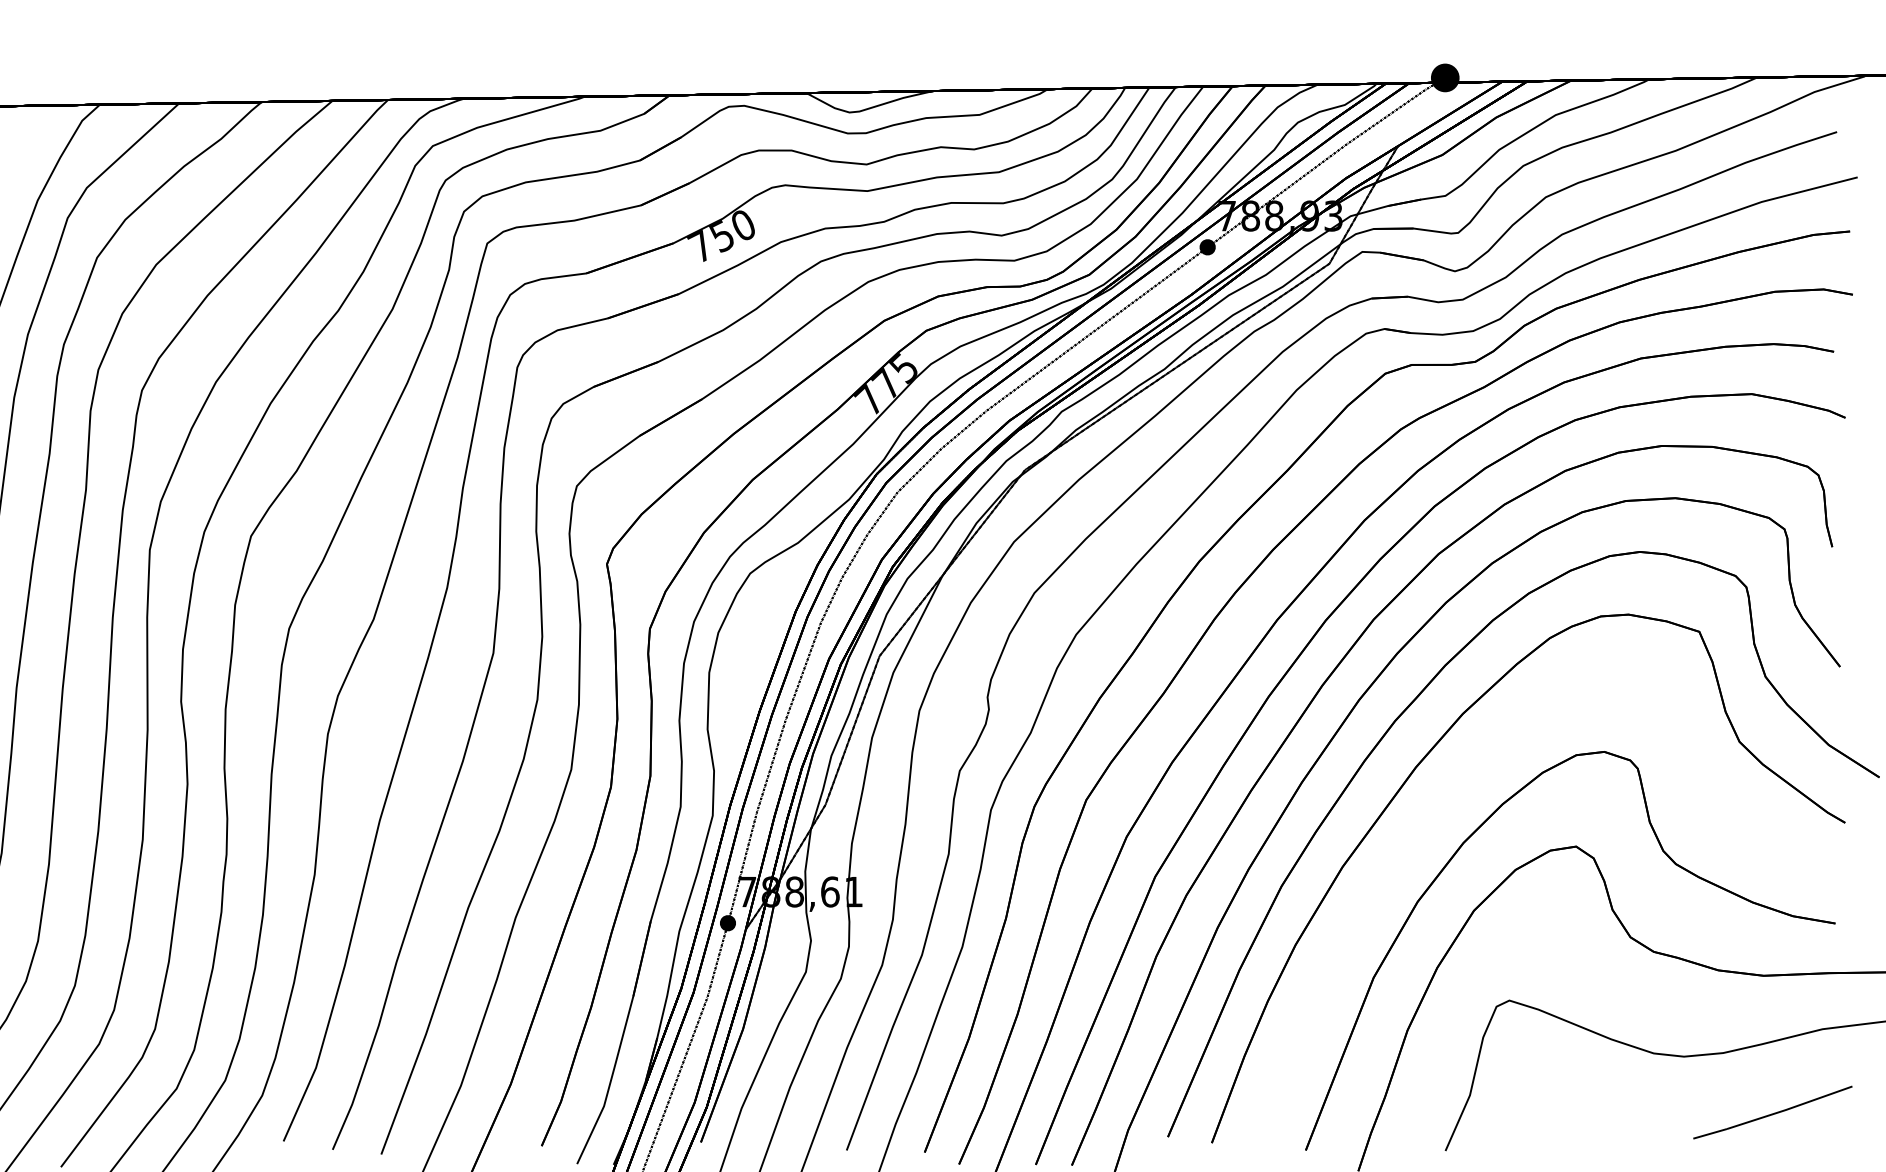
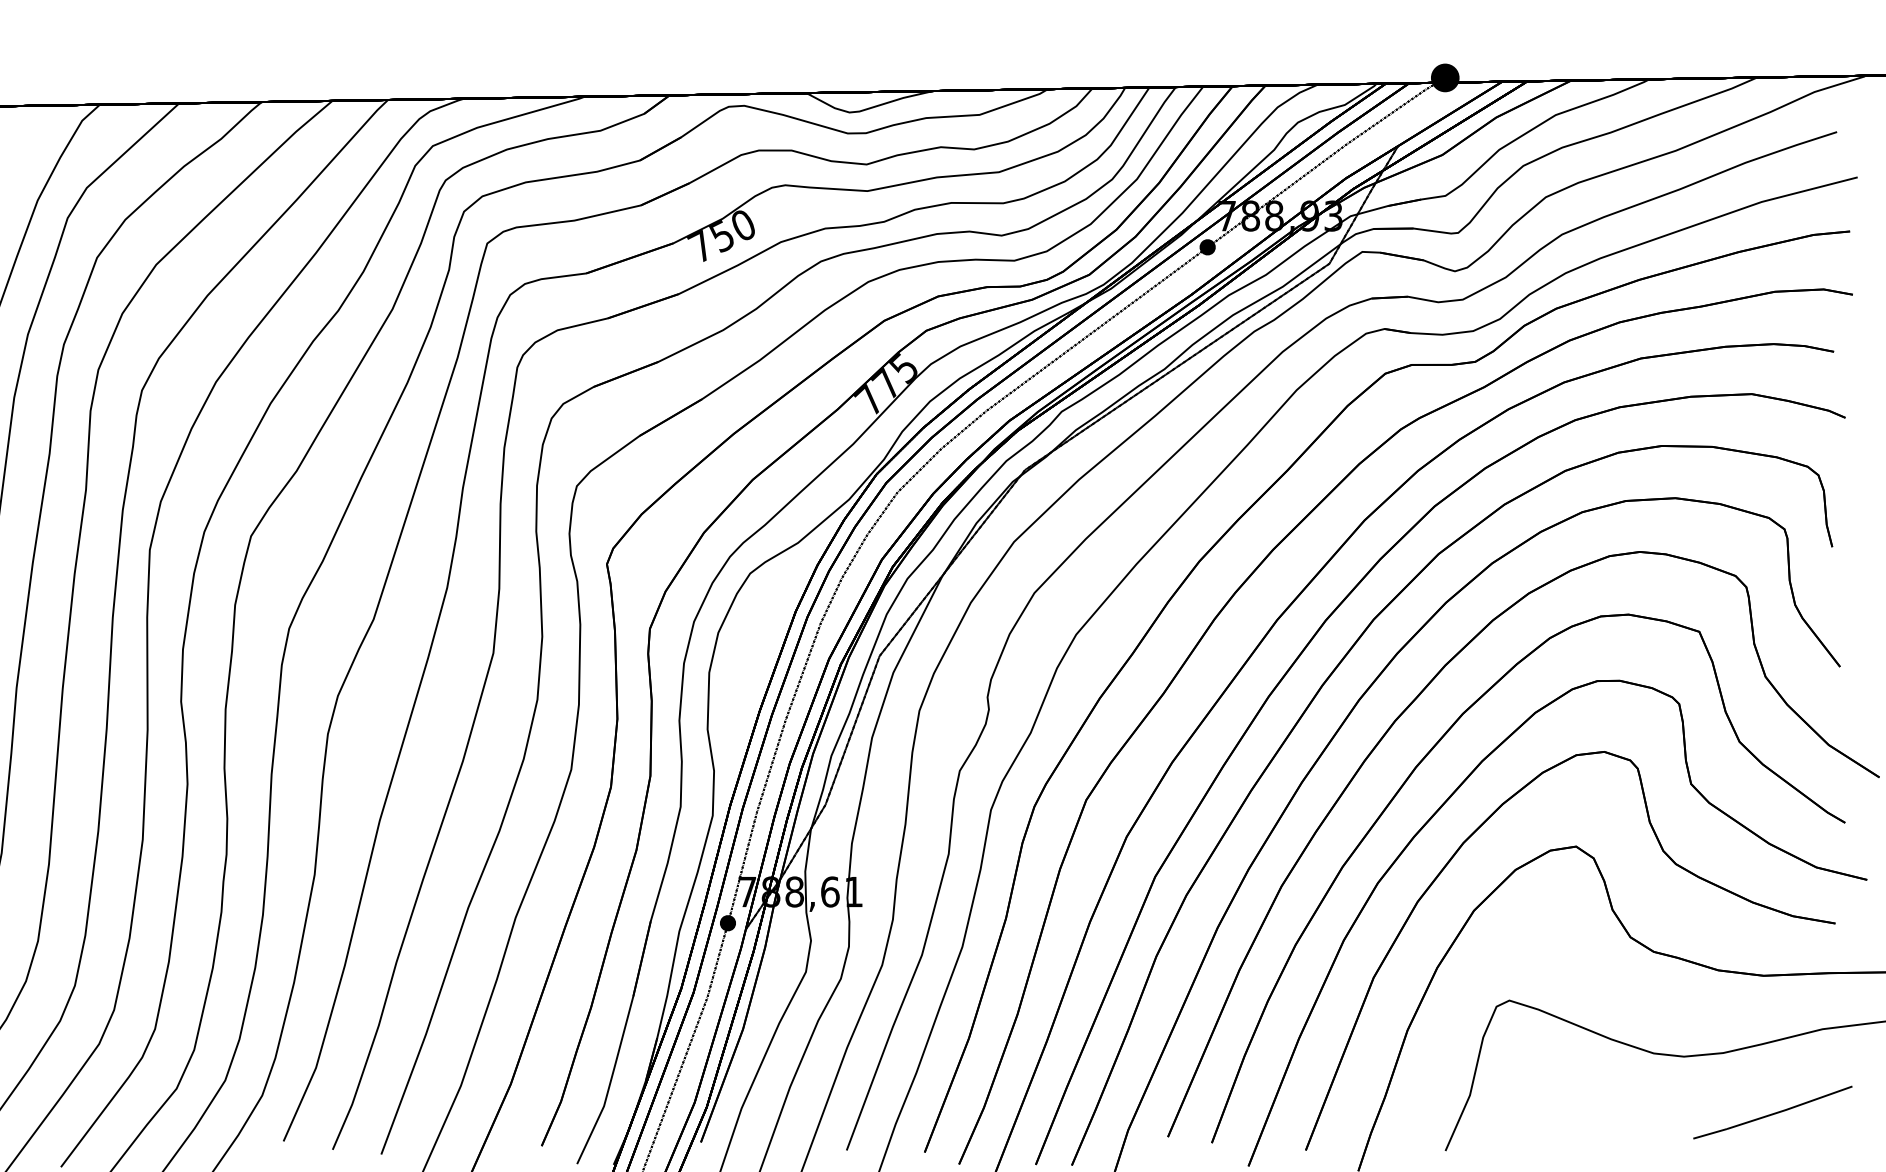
part at (1432, 818): none -> present
